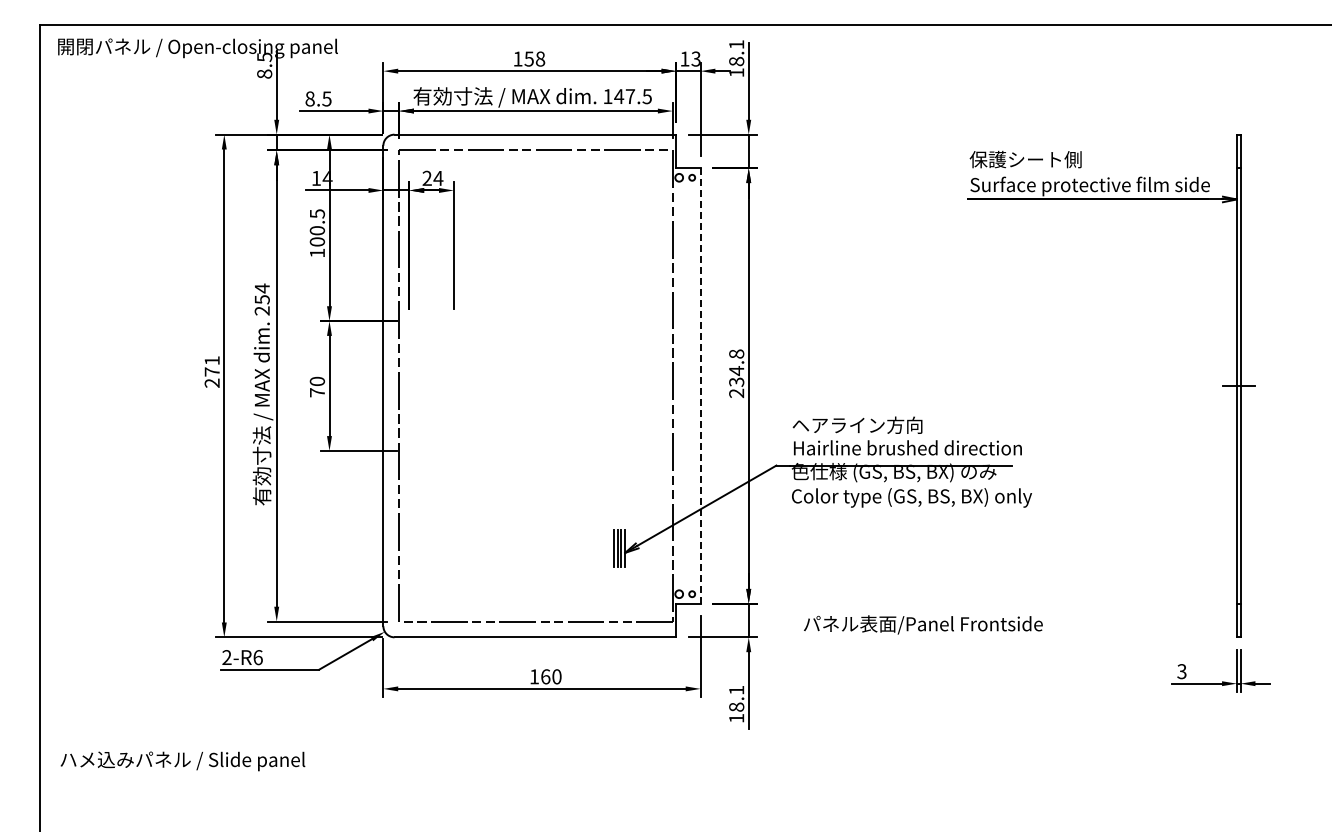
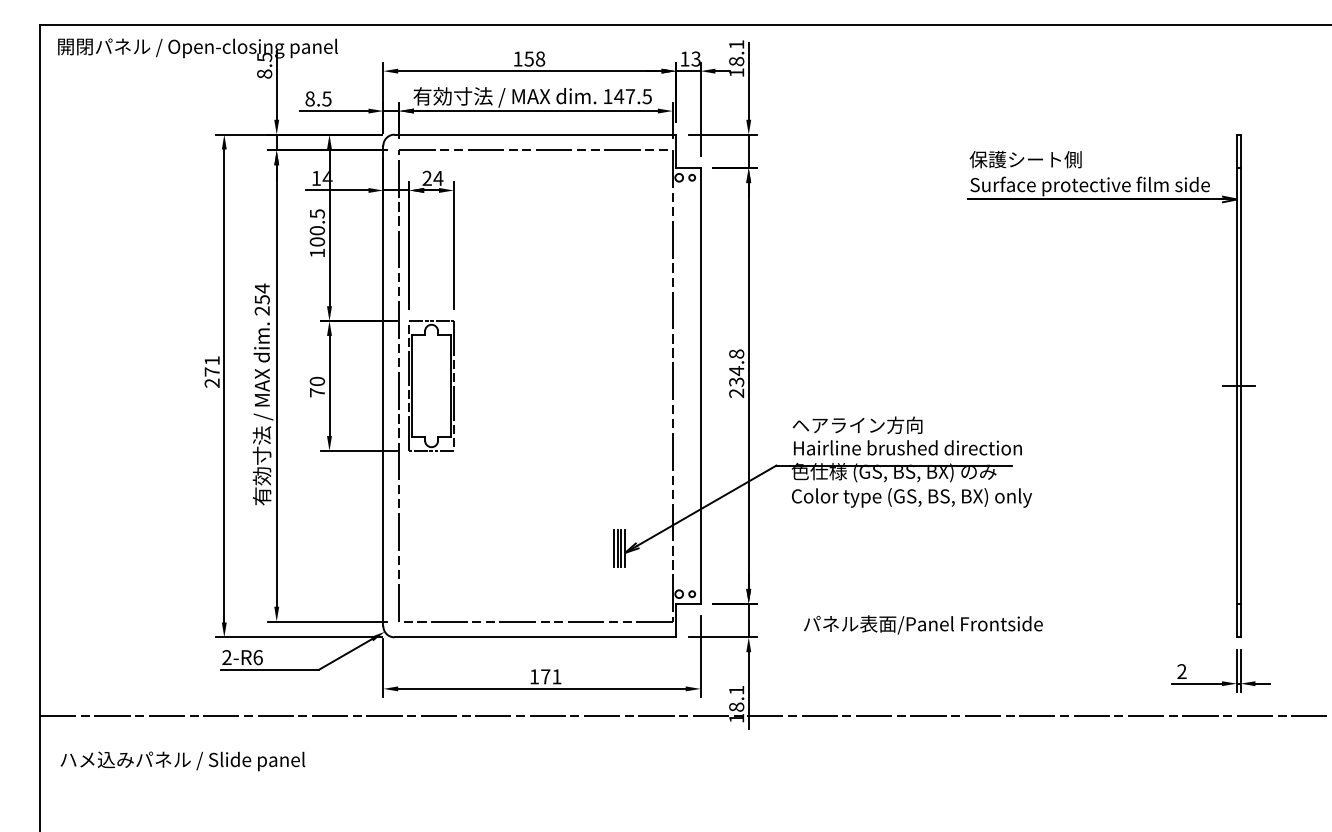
part at (431, 385): none -> present
line at (700, 386): dashed -> solid
text at (1181, 671): 3 -> 2
text at (551, 676): 160 -> 171
line at (683, 715): none -> present
